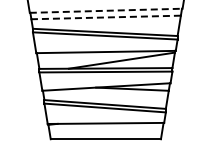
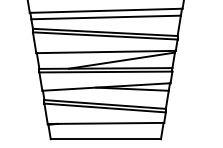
line at (106, 10): dashed -> solid
line at (106, 17): dashed -> solid
